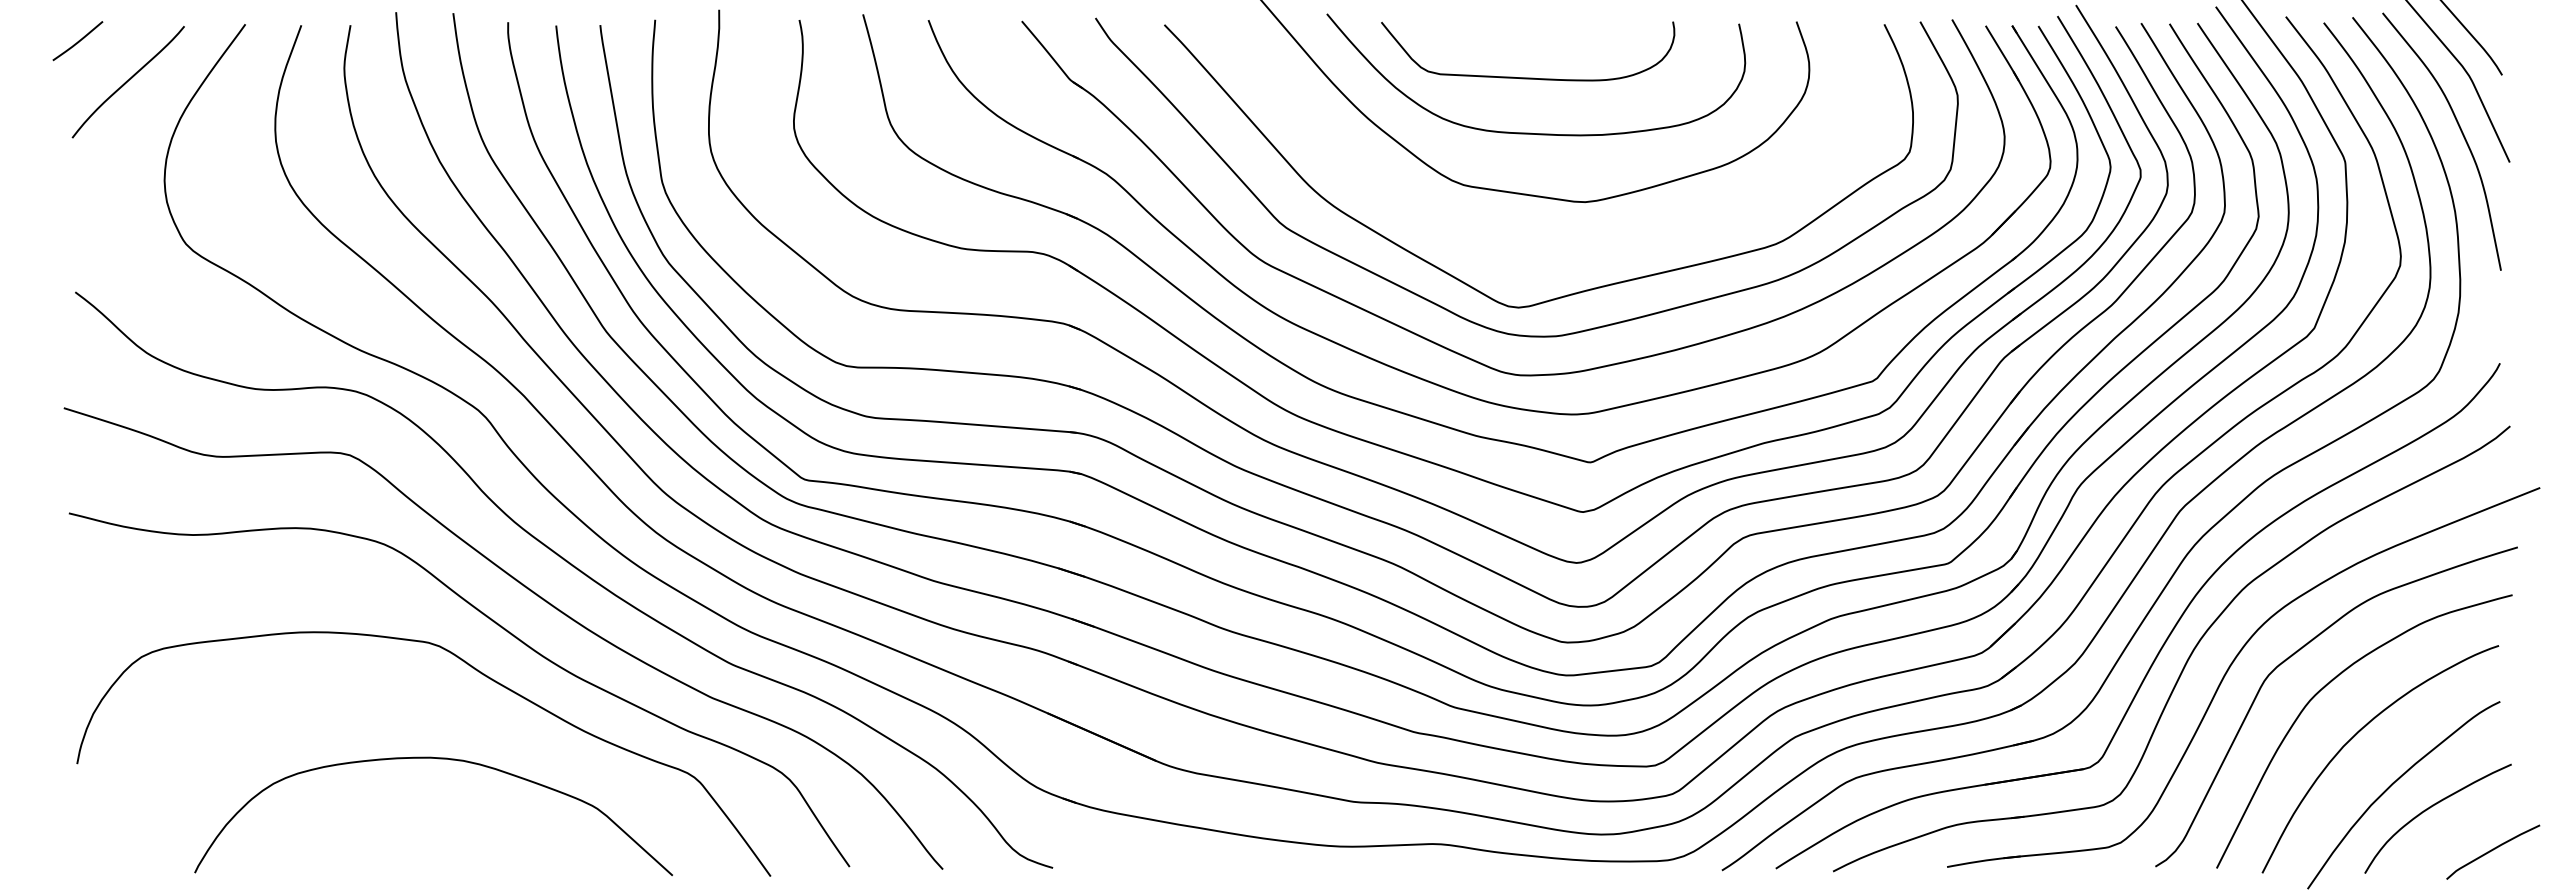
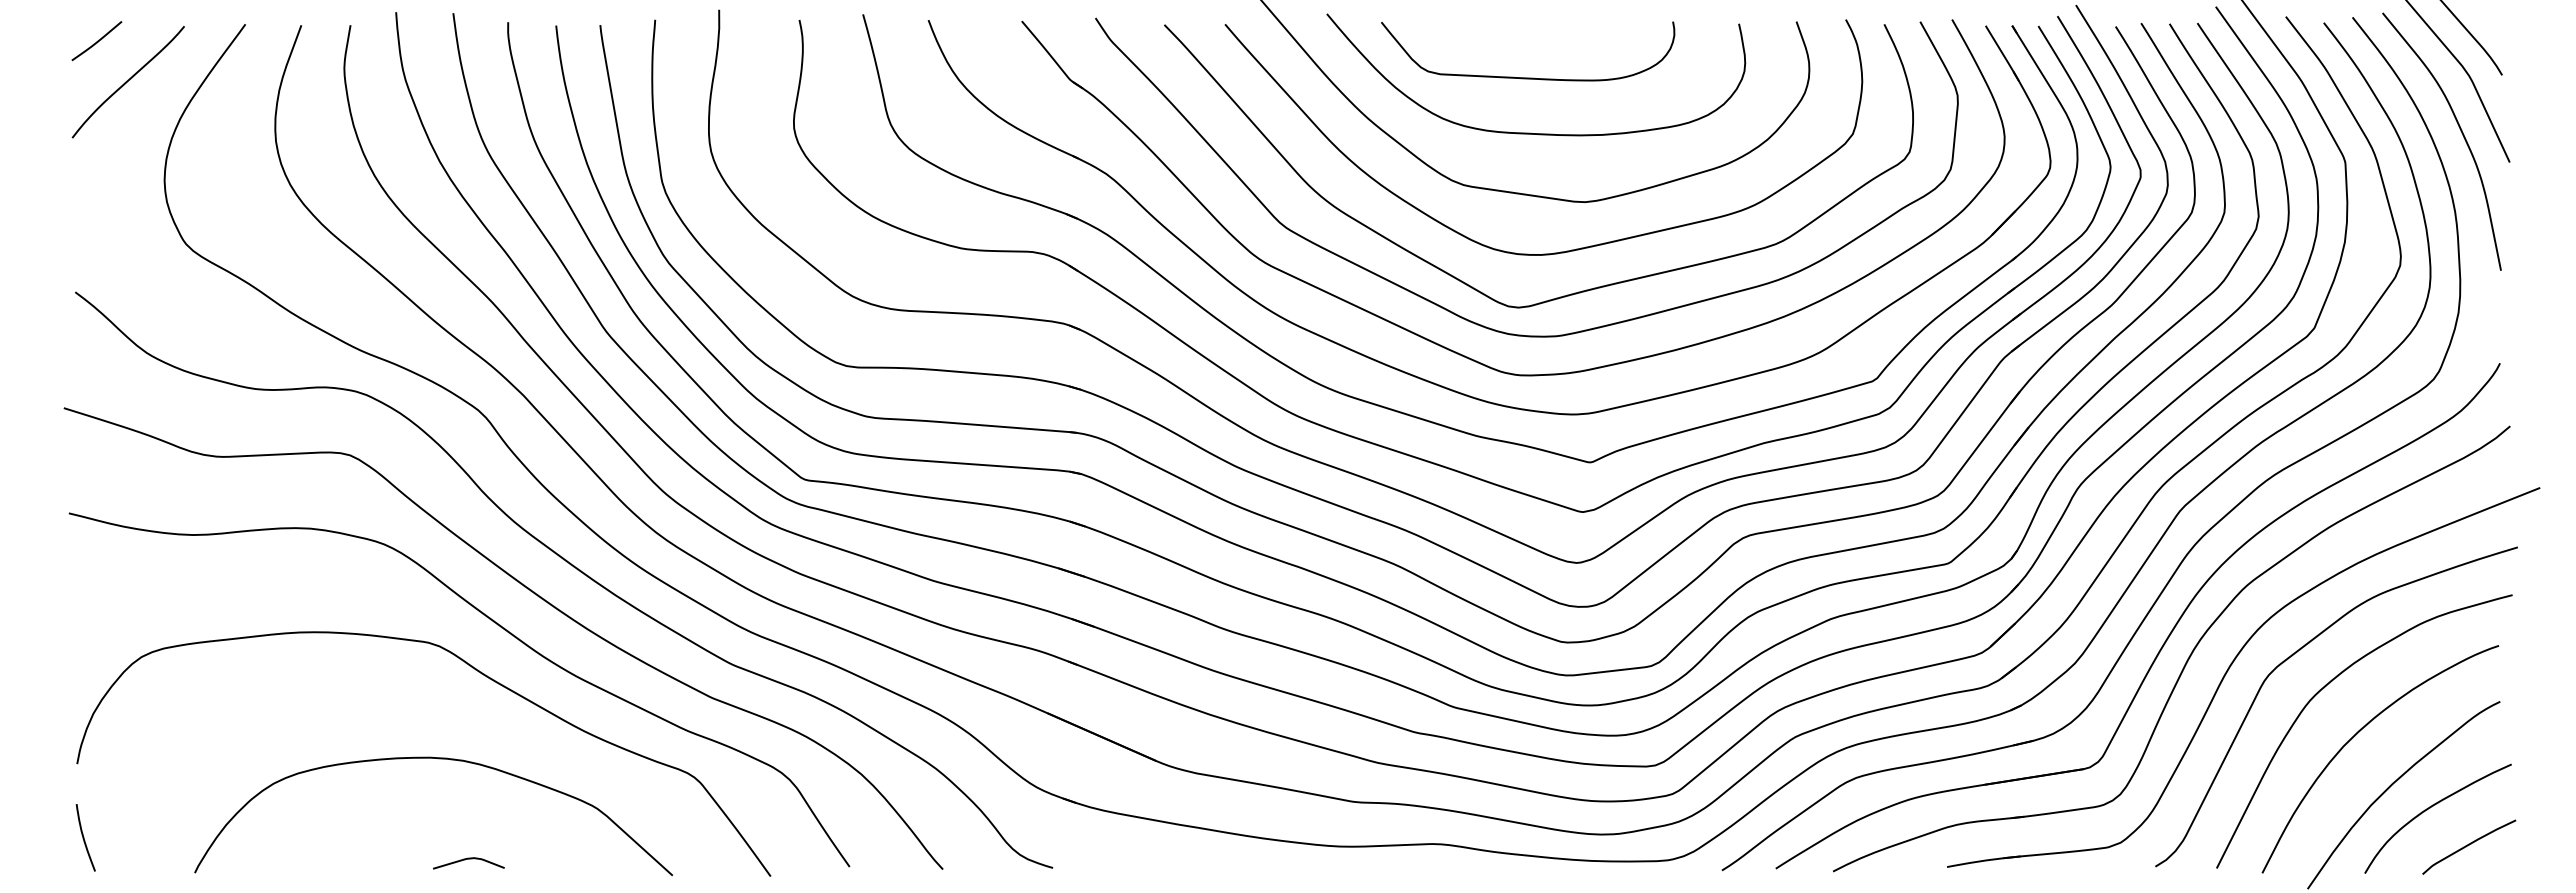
curve at (77, 41) position: (77, 41) -> (96, 41)
curve at (1560, 251): none -> present
curve at (84, 837): none -> present
curve at (2493, 850) position: (2493, 850) -> (2469, 845)
curve at (468, 859): none -> present
